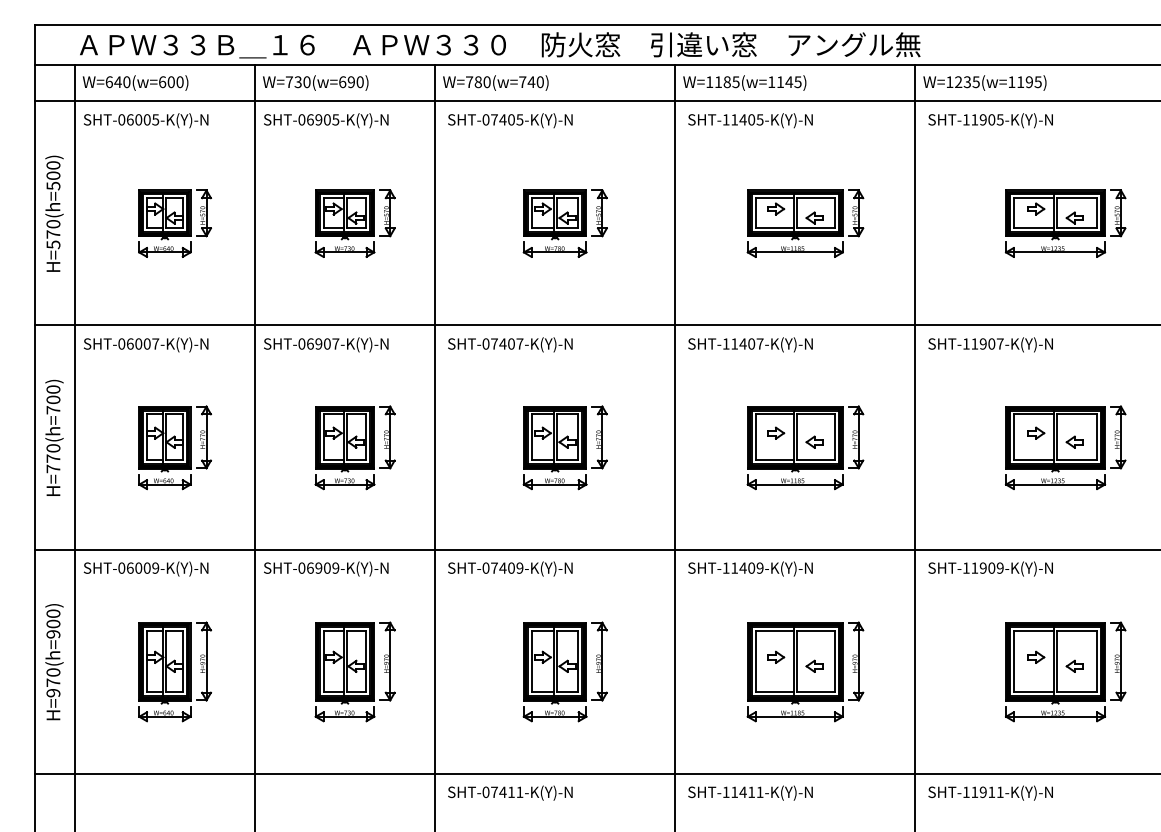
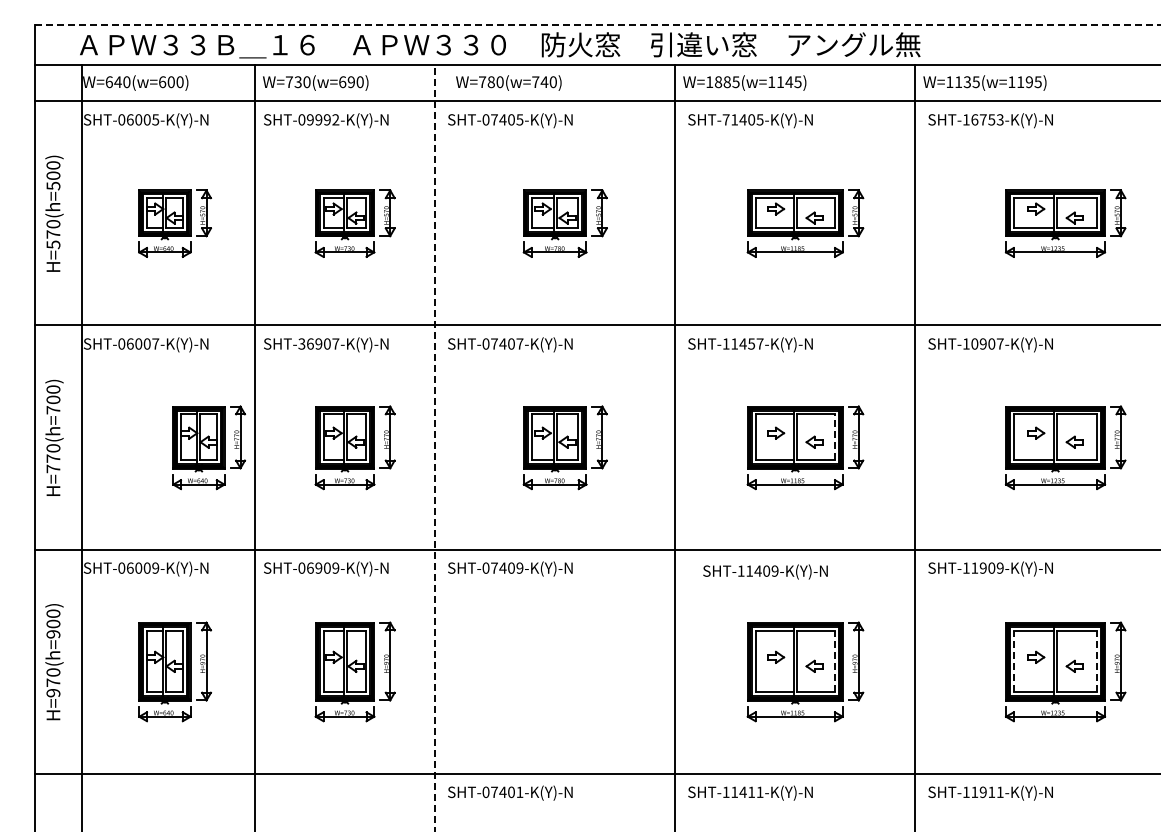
line at (597, 25): solid -> dashed
text at (958, 81): W=1235(w=1195) -> W=1135(w=1195)
text at (495, 82) position: (495, 82) -> (508, 82)
text at (718, 82): W=1185(w=1145) -> W=1885(w=1145)
text at (322, 119): SHT-06905-K(Y)-N -> SHT-09992-K(Y)-N
text at (725, 119): SHT-11405-K(Y)-N -> SHT-71405-K(Y)-N
text at (987, 119): SHT-11905-K(Y)-N -> SHT-16753-K(Y)-N
text at (301, 343): SHT-06907-K(Y)-N -> SHT-36907-K(Y)-N
text at (751, 343): SHT-11407-K(Y)-N -> SHT-11457-K(Y)-N
text at (974, 343): SHT-11907-K(Y)-N -> SHT-10907-K(Y)-N
line at (834, 437): solid -> dashed
line at (74, 446) position: (74, 446) -> (81, 446)
part at (174, 447) position: (174, 447) -> (208, 447)
line at (435, 447): solid -> dashed
text at (750, 568) position: (750, 568) -> (765, 571)
line at (834, 661): solid -> dashed
line at (1014, 661): solid -> dashed
line at (1096, 661): solid -> dashed
part at (564, 671): present -> none
text at (511, 792): SHT-07411-K(Y)-N -> SHT-07401-K(Y)-N
